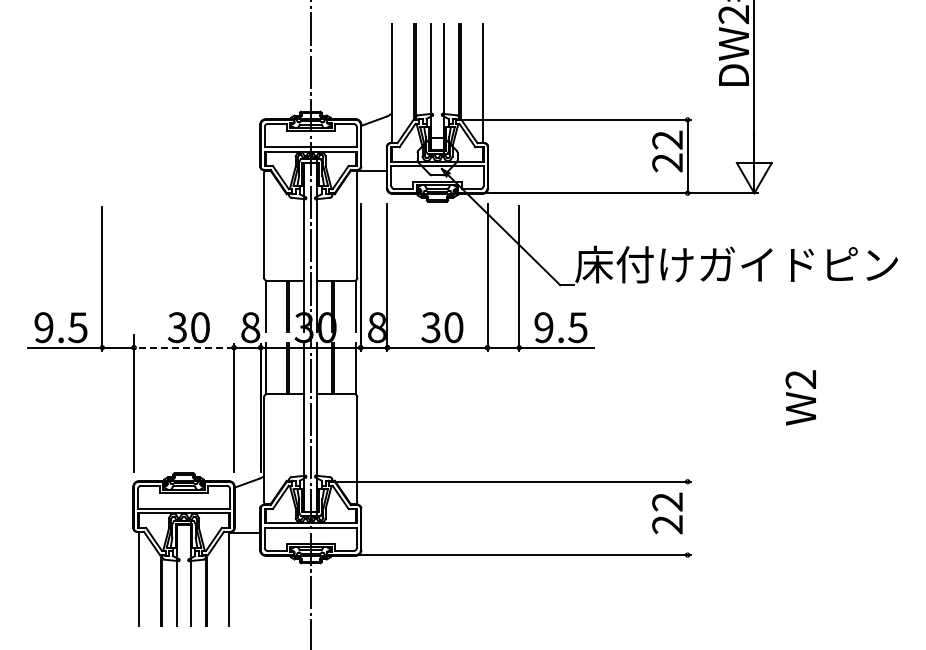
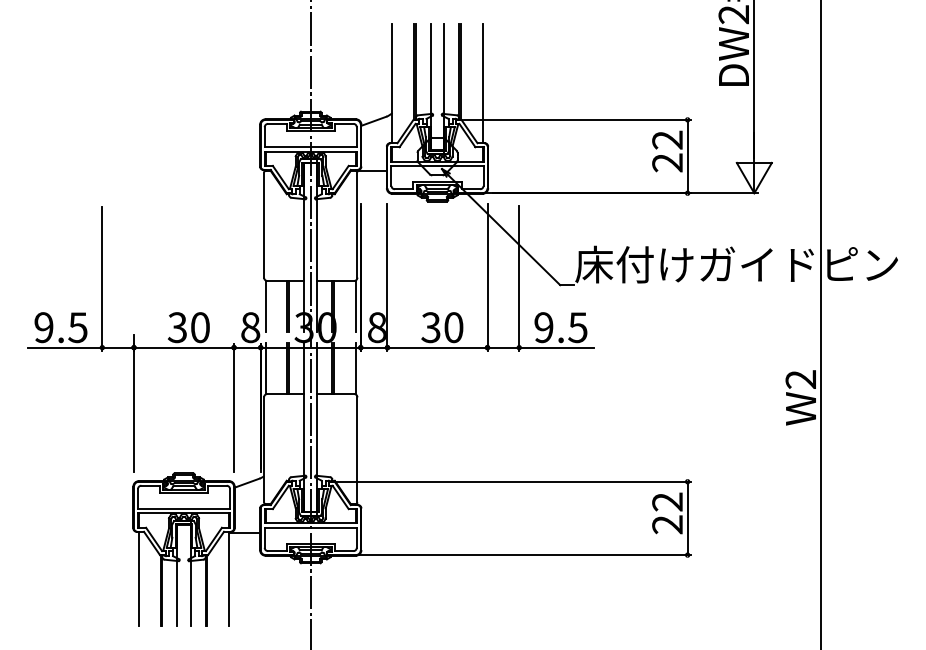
line at (821, 324): none -> present
line at (183, 347): dashed -> solid
line at (687, 518): none -> present
